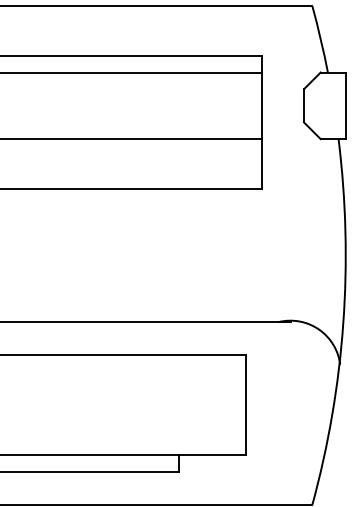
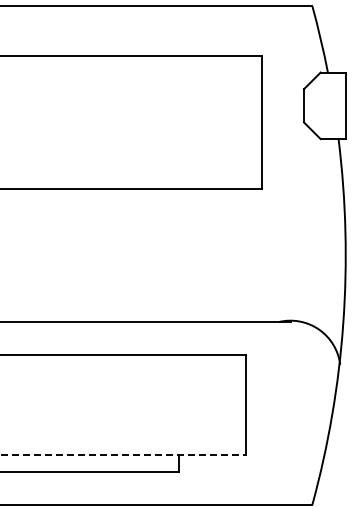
line at (132, 72): present -> none
line at (132, 139): present -> none
line at (122, 455): solid -> dashed
